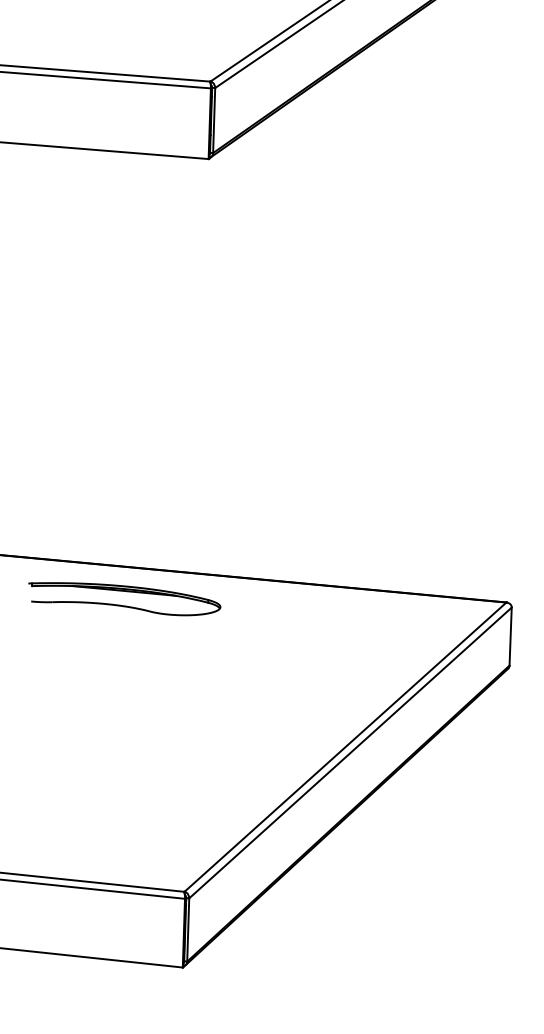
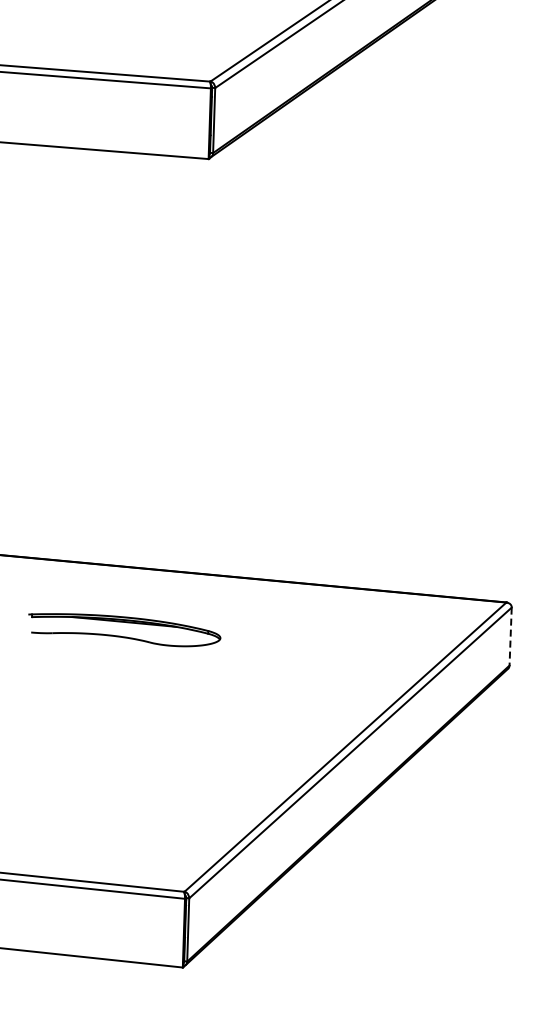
part at (124, 599) position: (124, 599) -> (124, 630)
line at (510, 636): solid -> dashed
